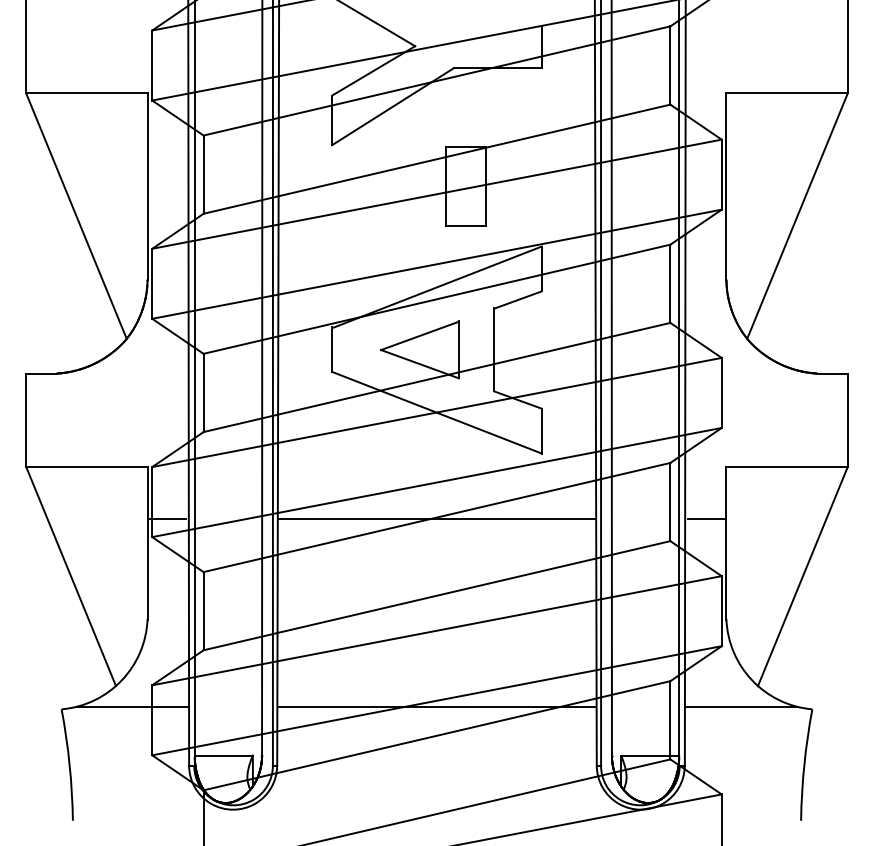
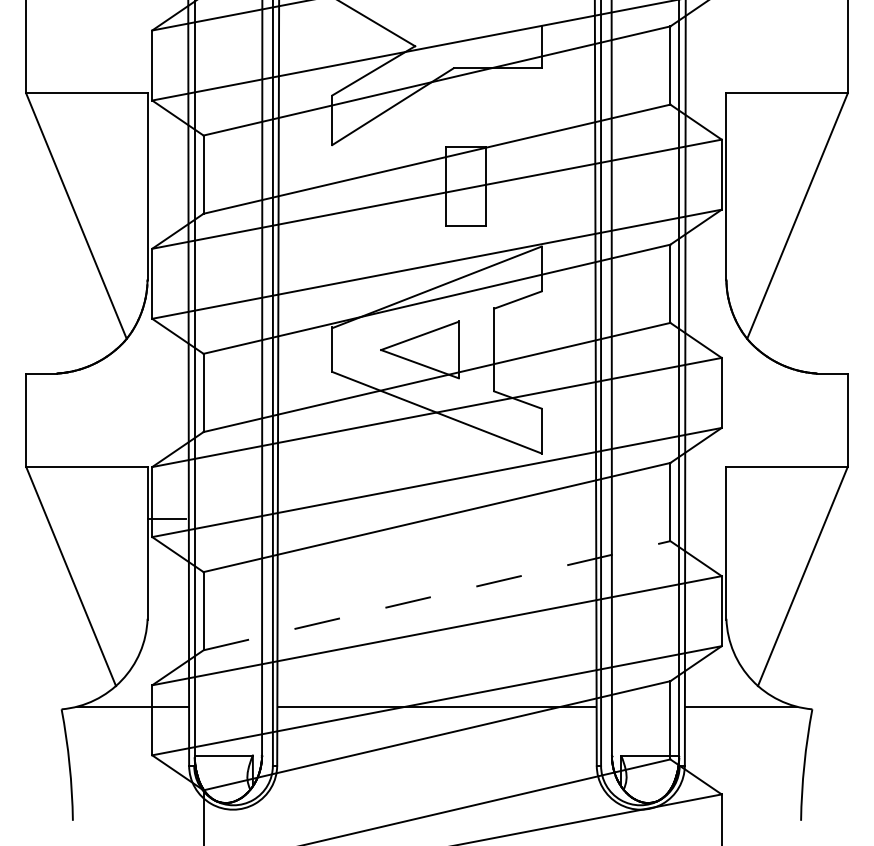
line at (436, 518): present -> none
line at (706, 518): present -> none
line at (437, 595): solid -> dashed
